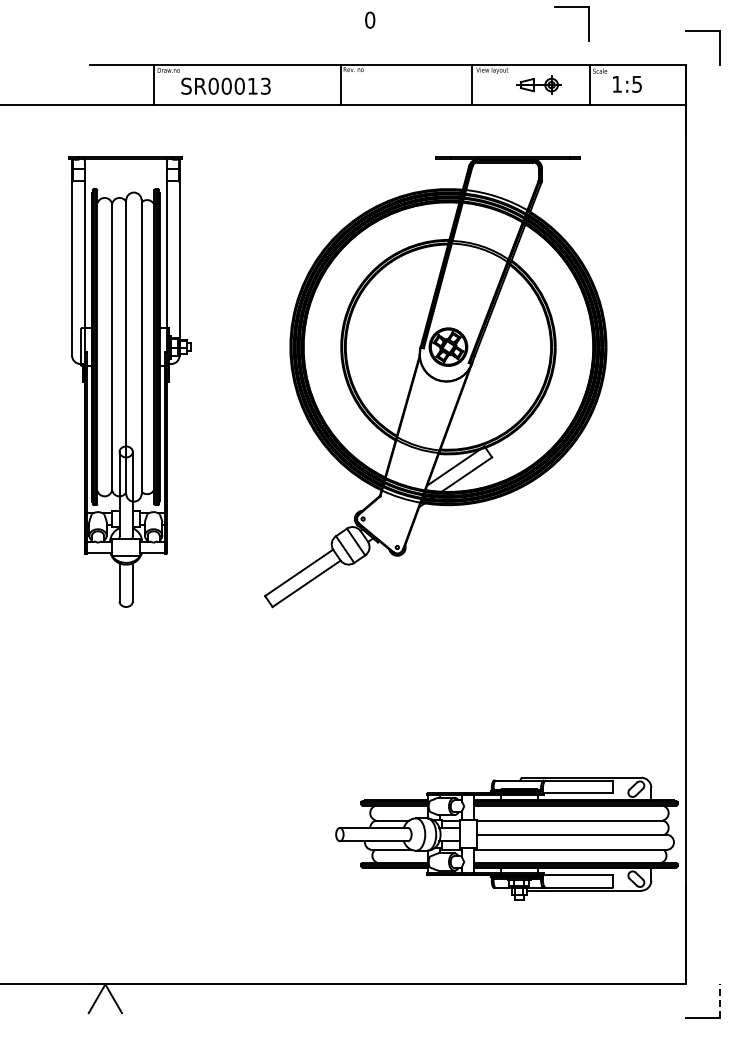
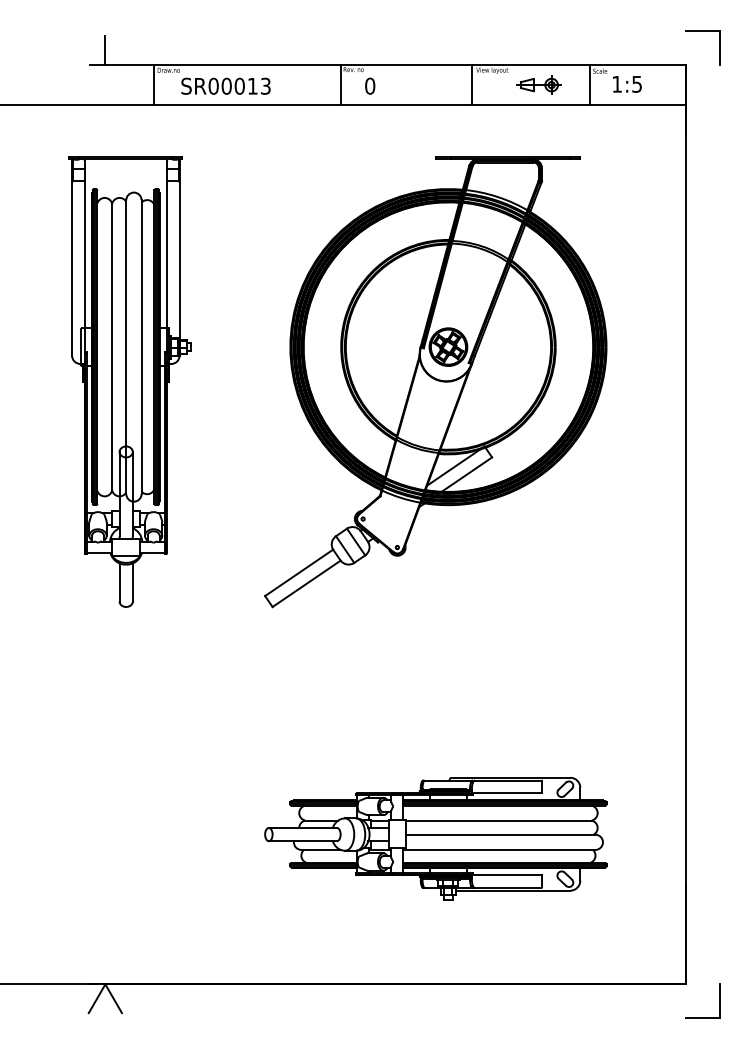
part at (571, 7): present -> none
text at (370, 19) position: (370, 19) -> (370, 85)
line at (105, 49): none -> present
part at (506, 838) position: (506, 838) -> (435, 838)
line at (719, 1000): dashed -> solid
